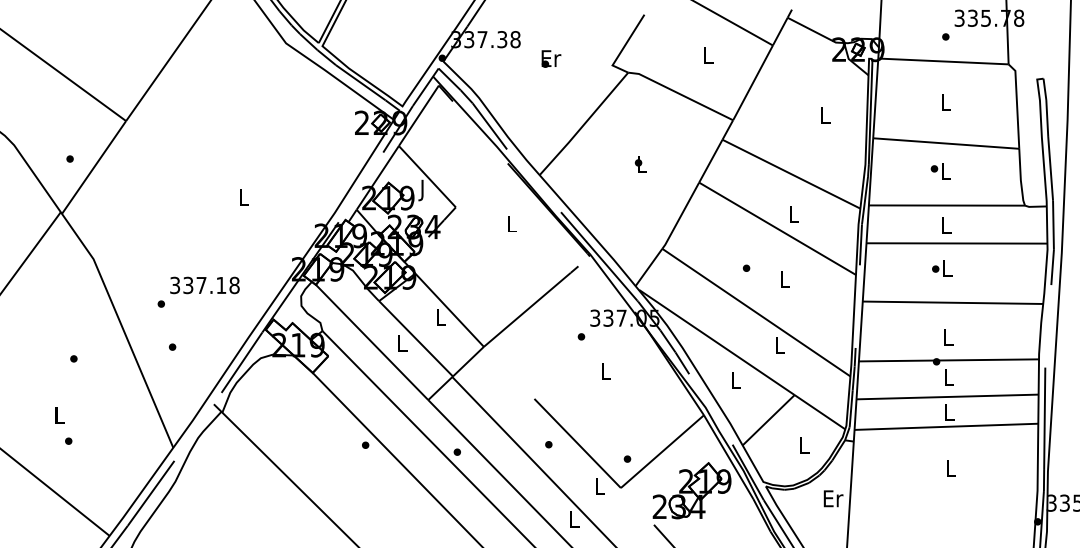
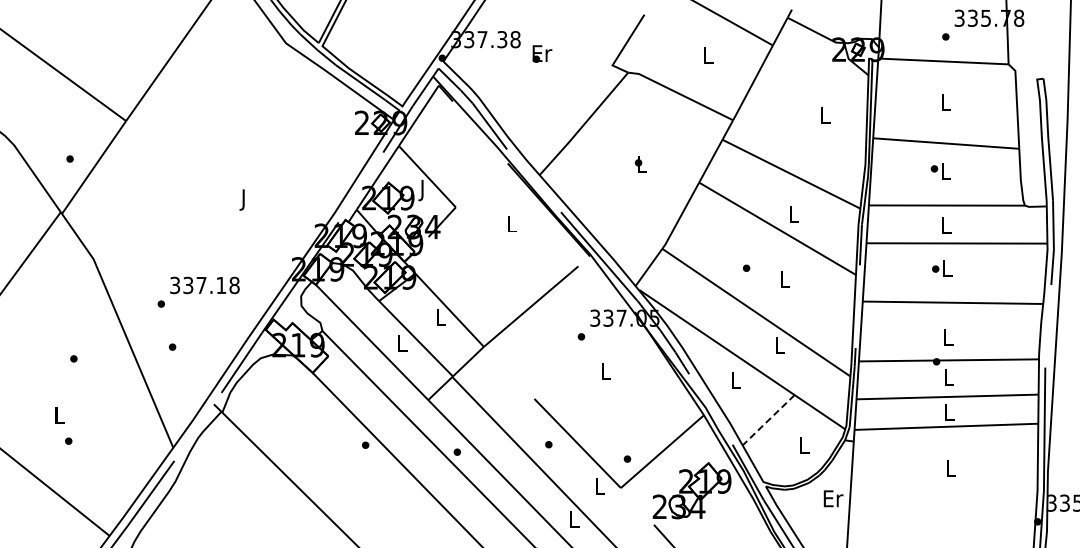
text at (551, 58) position: (551, 58) -> (542, 53)
text at (243, 199): L -> J
line at (768, 420): solid -> dashed
